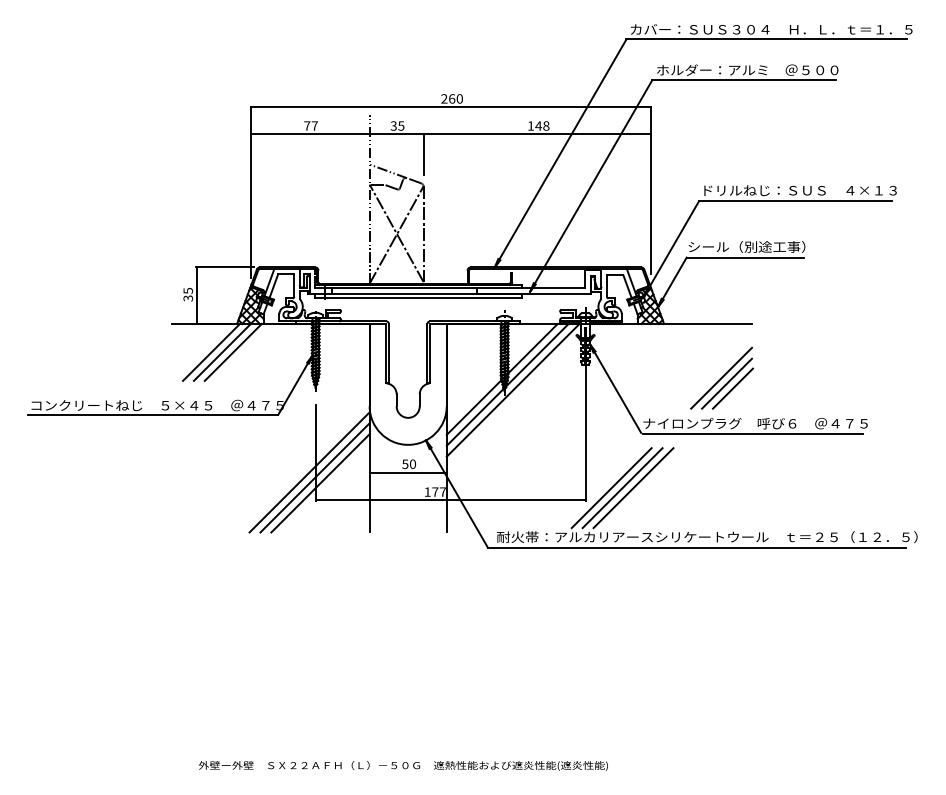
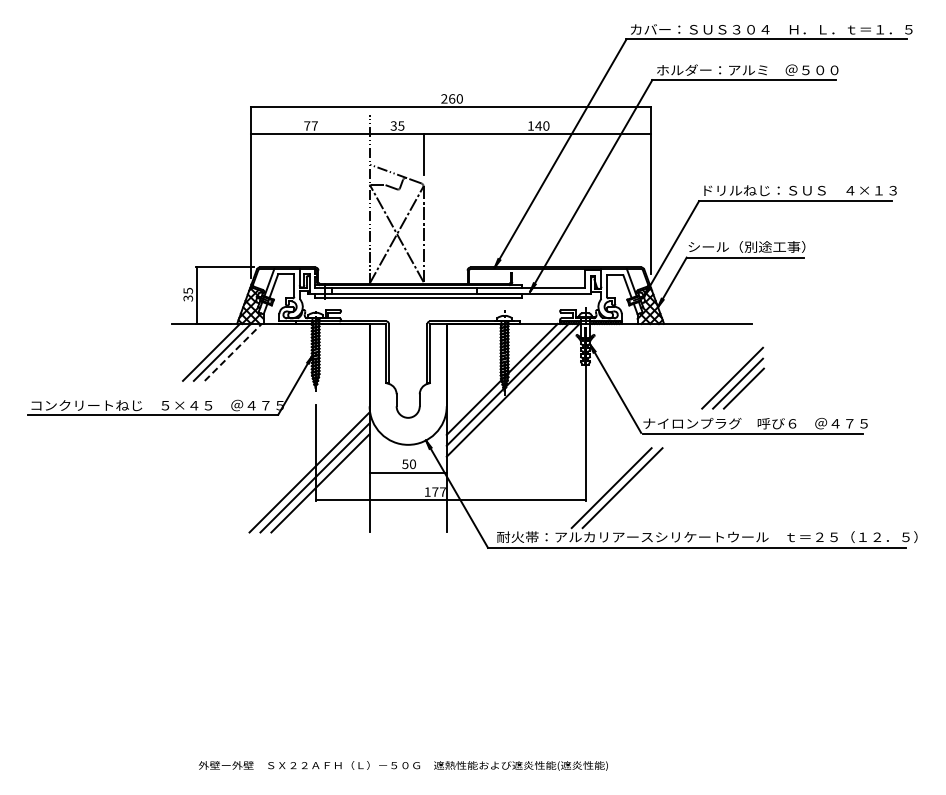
text at (546, 126): 148 -> 140
line at (233, 352): solid -> dashed
part at (721, 377) position: (721, 377) -> (732, 377)
line at (633, 488): present -> none
